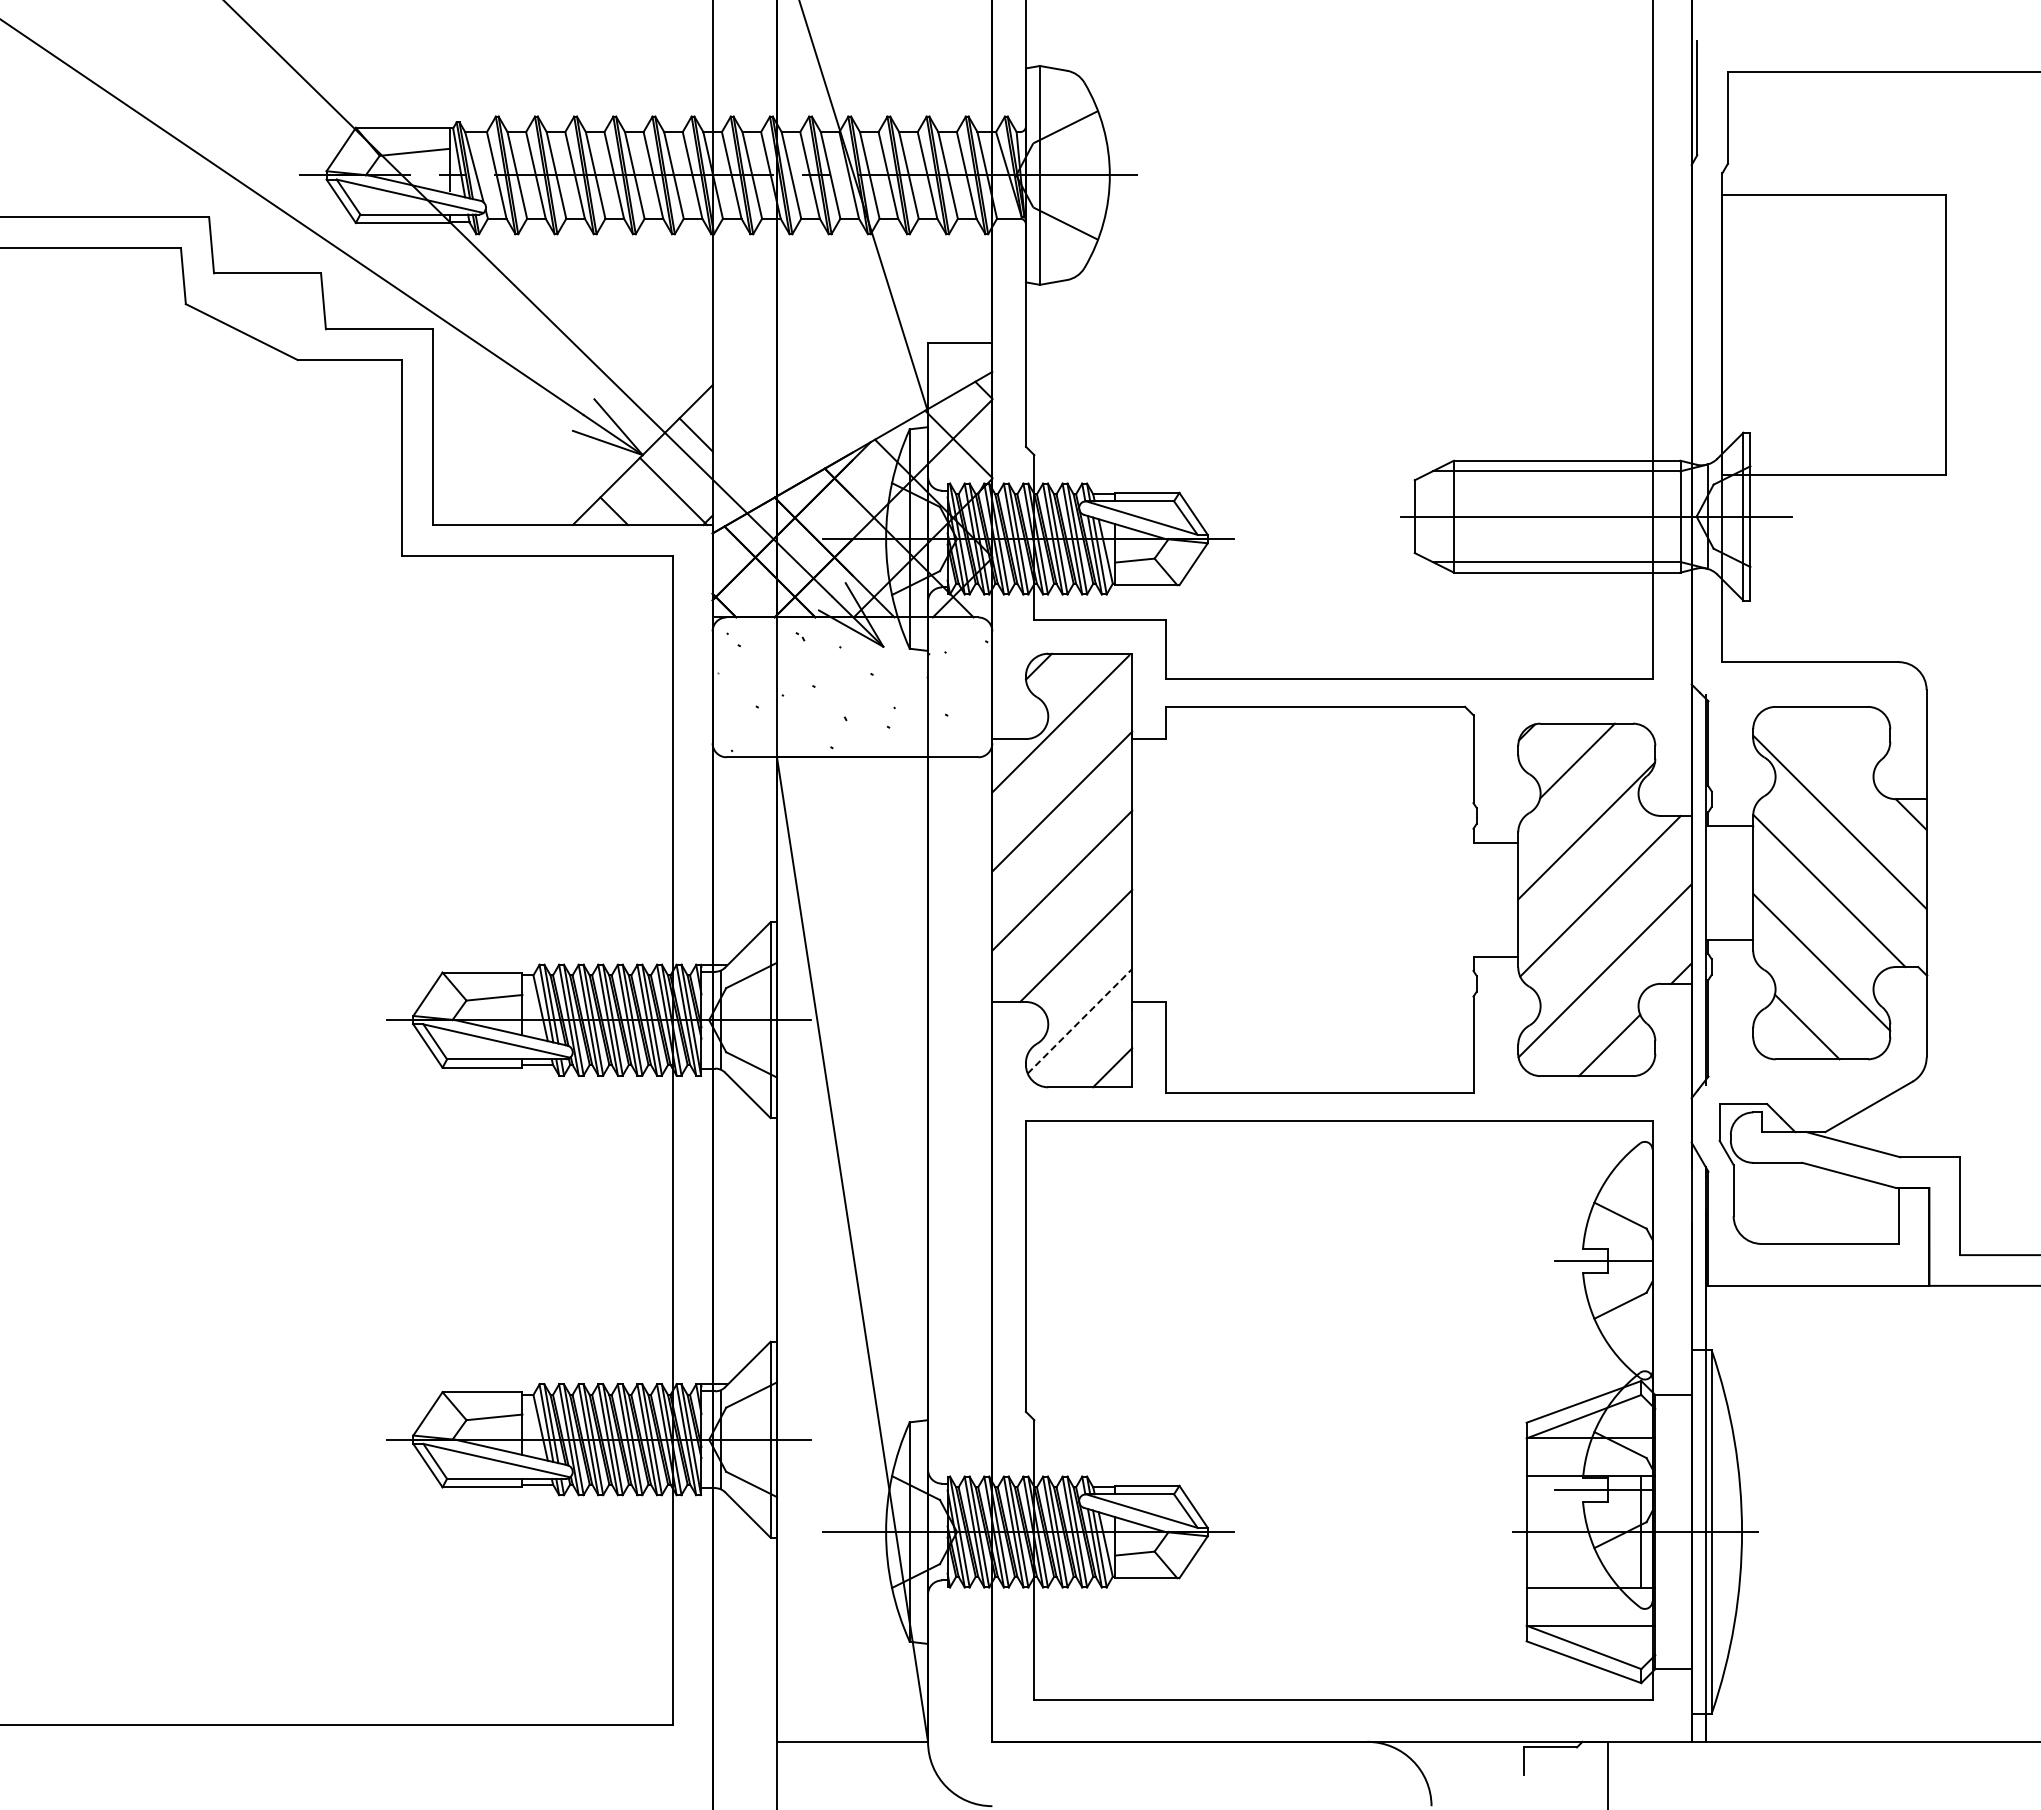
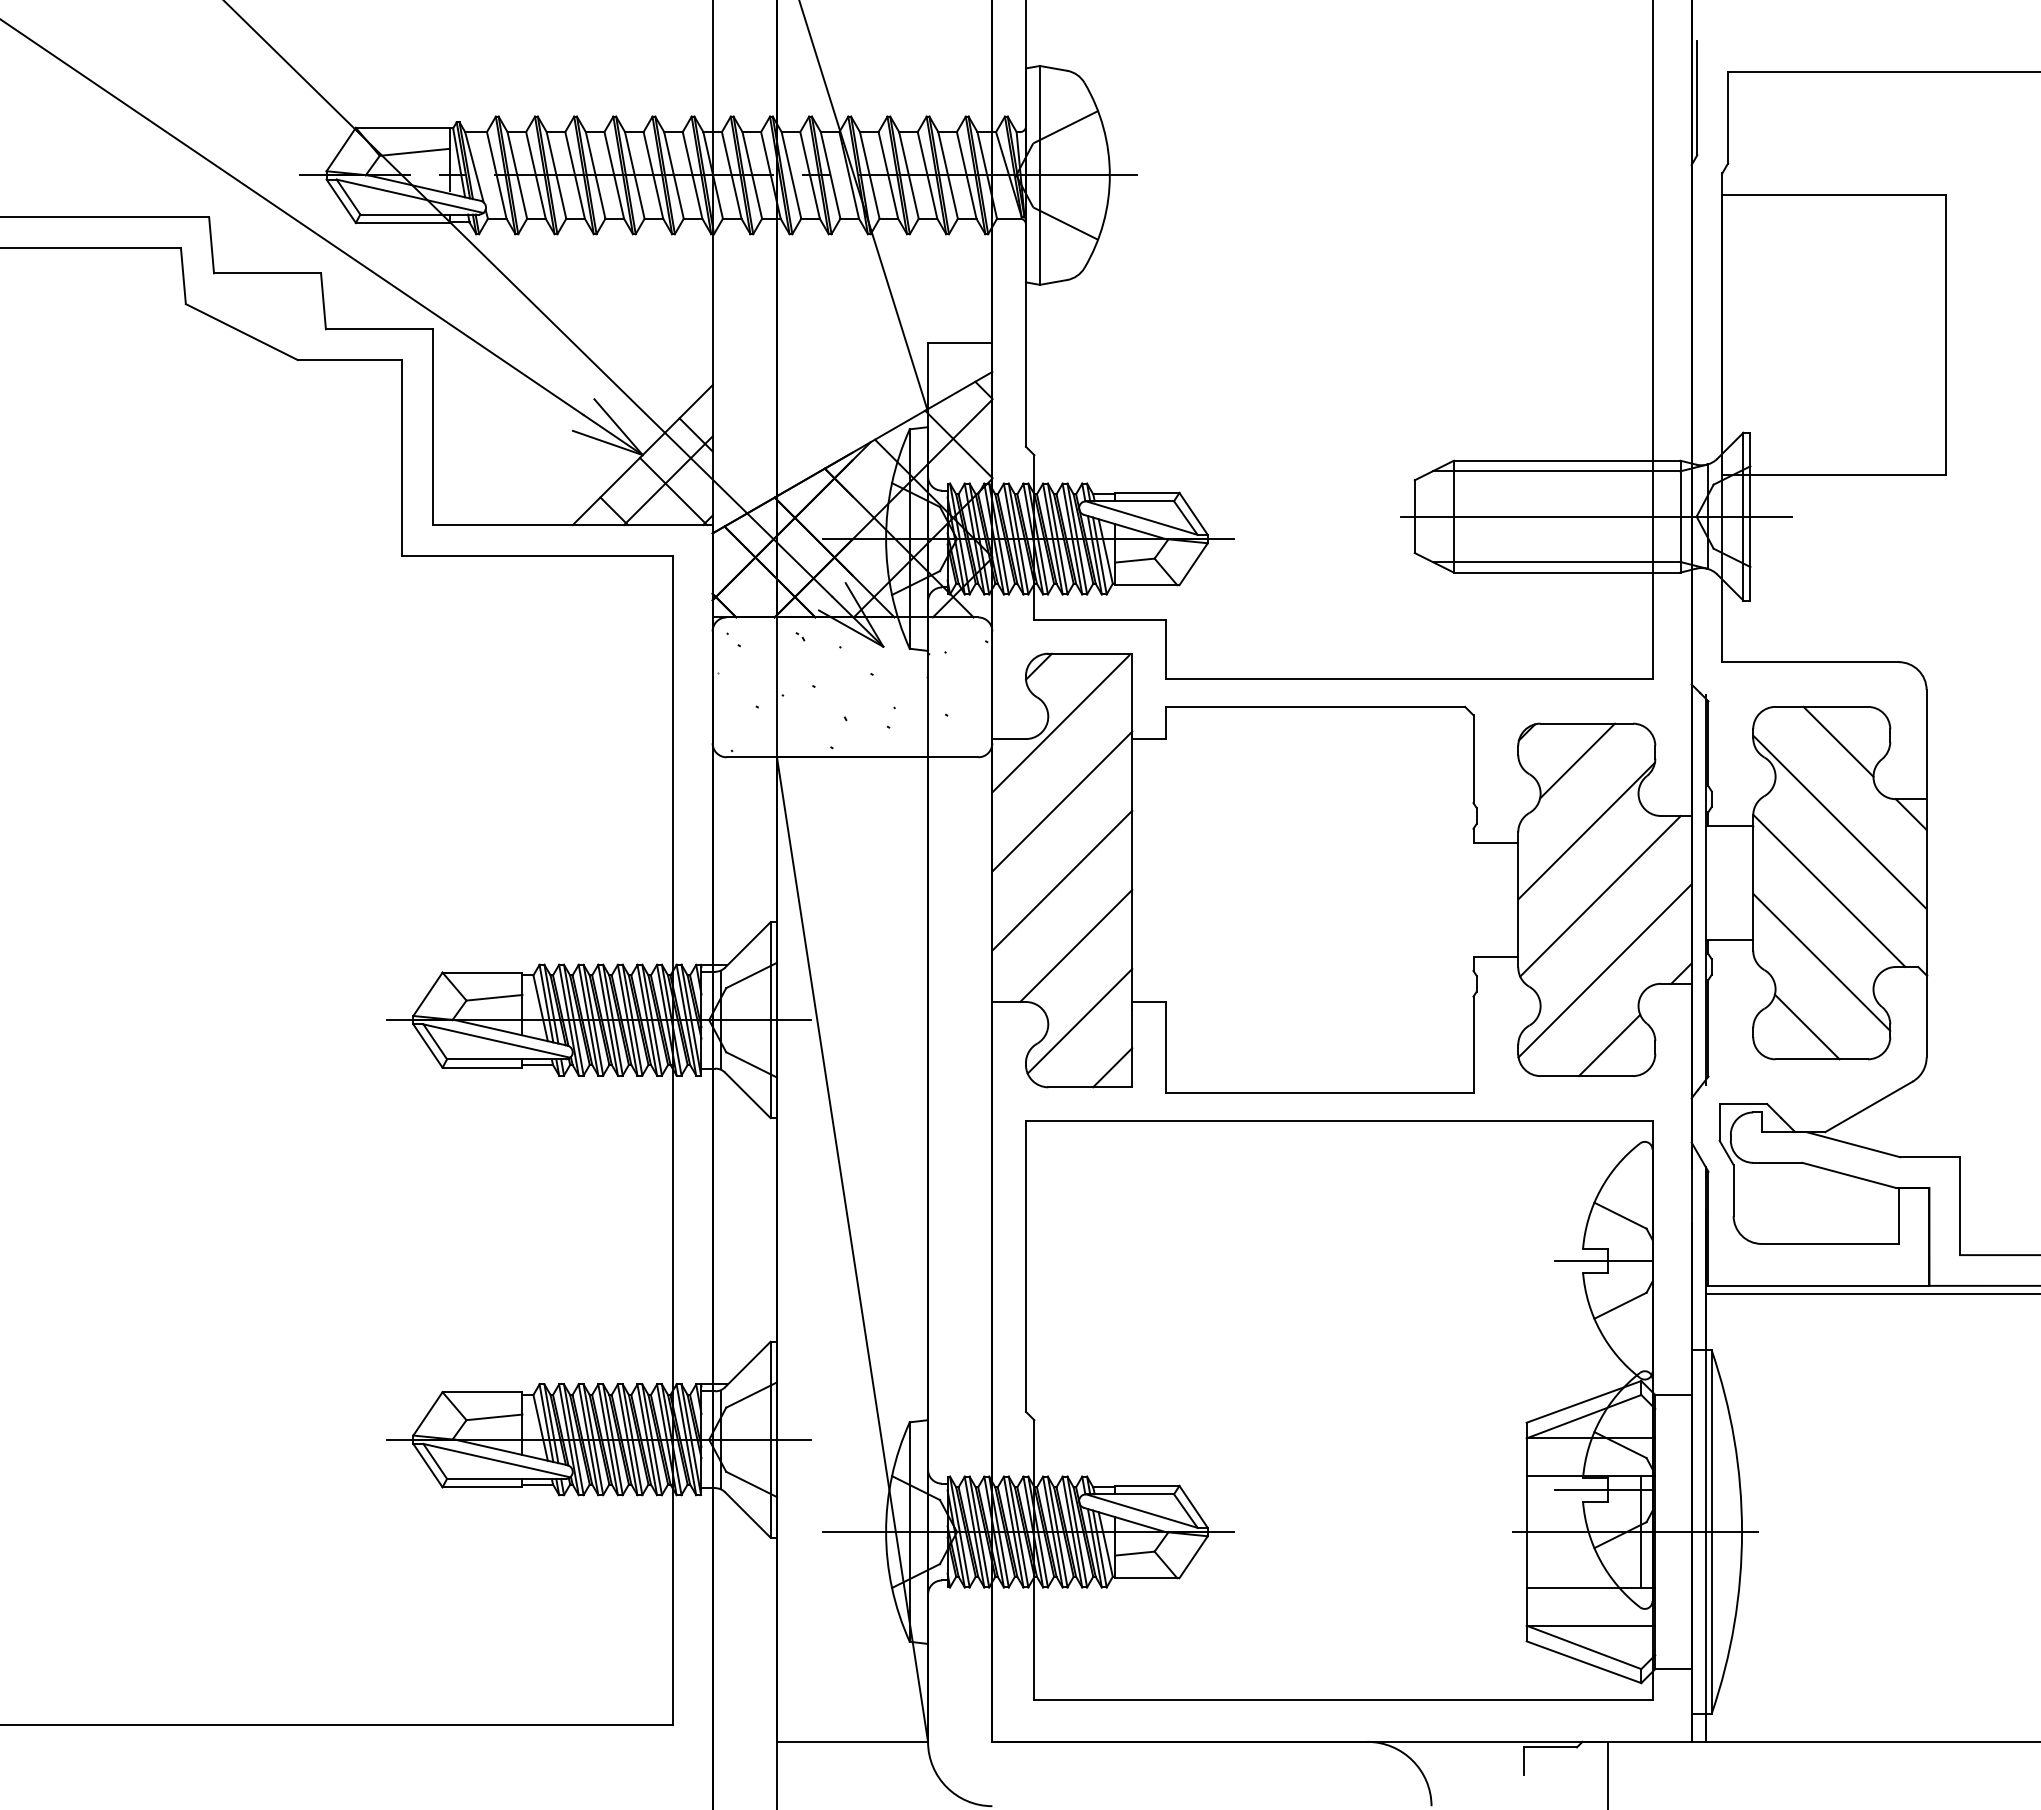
line at (668, 480): none -> present
line at (1838, 741): none -> present
line at (1079, 1021): dashed -> solid
line at (1871, 1294): none -> present
